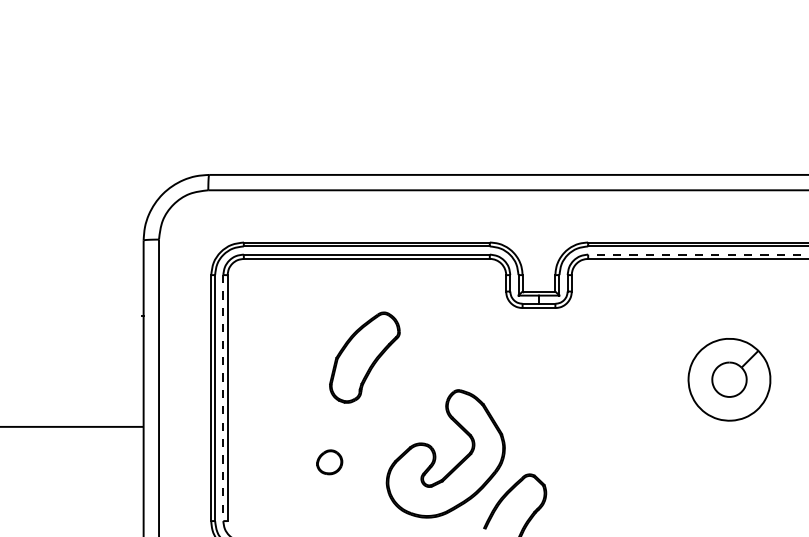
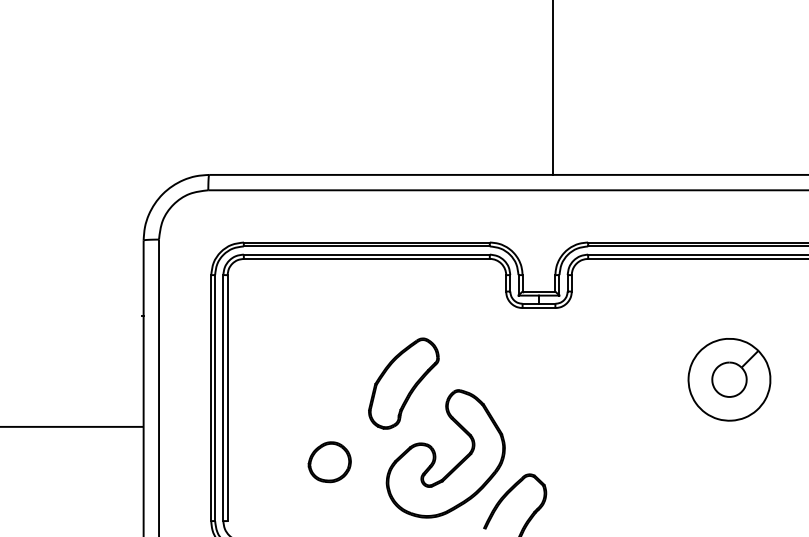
line at (553, 88): none -> present
line at (698, 254): dashed -> solid
part at (364, 357) position: (364, 357) -> (403, 383)
line at (223, 398): dashed -> solid
part at (329, 462) size: 28x27 px -> 45x43 px
